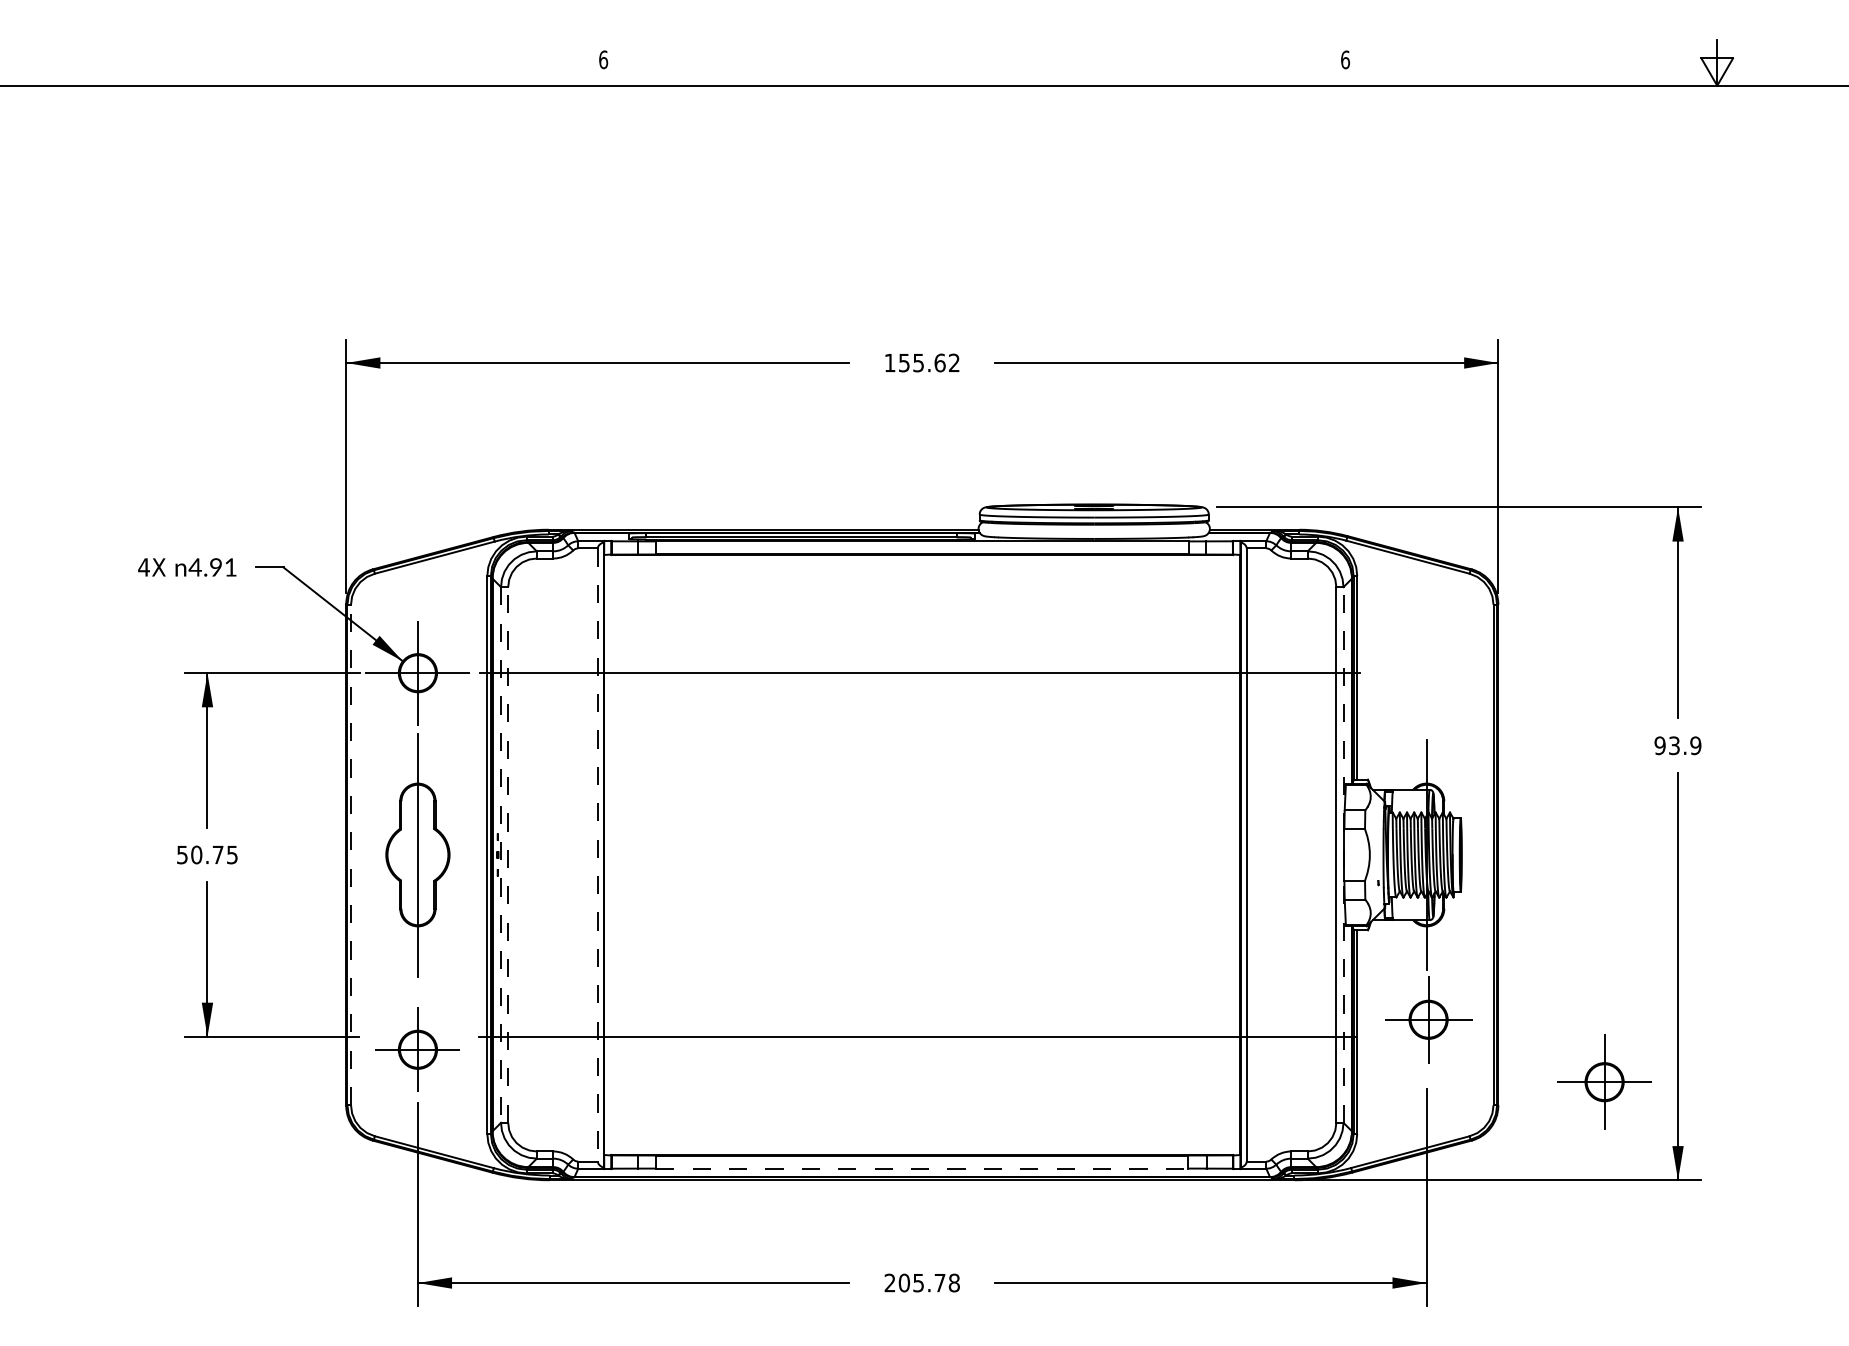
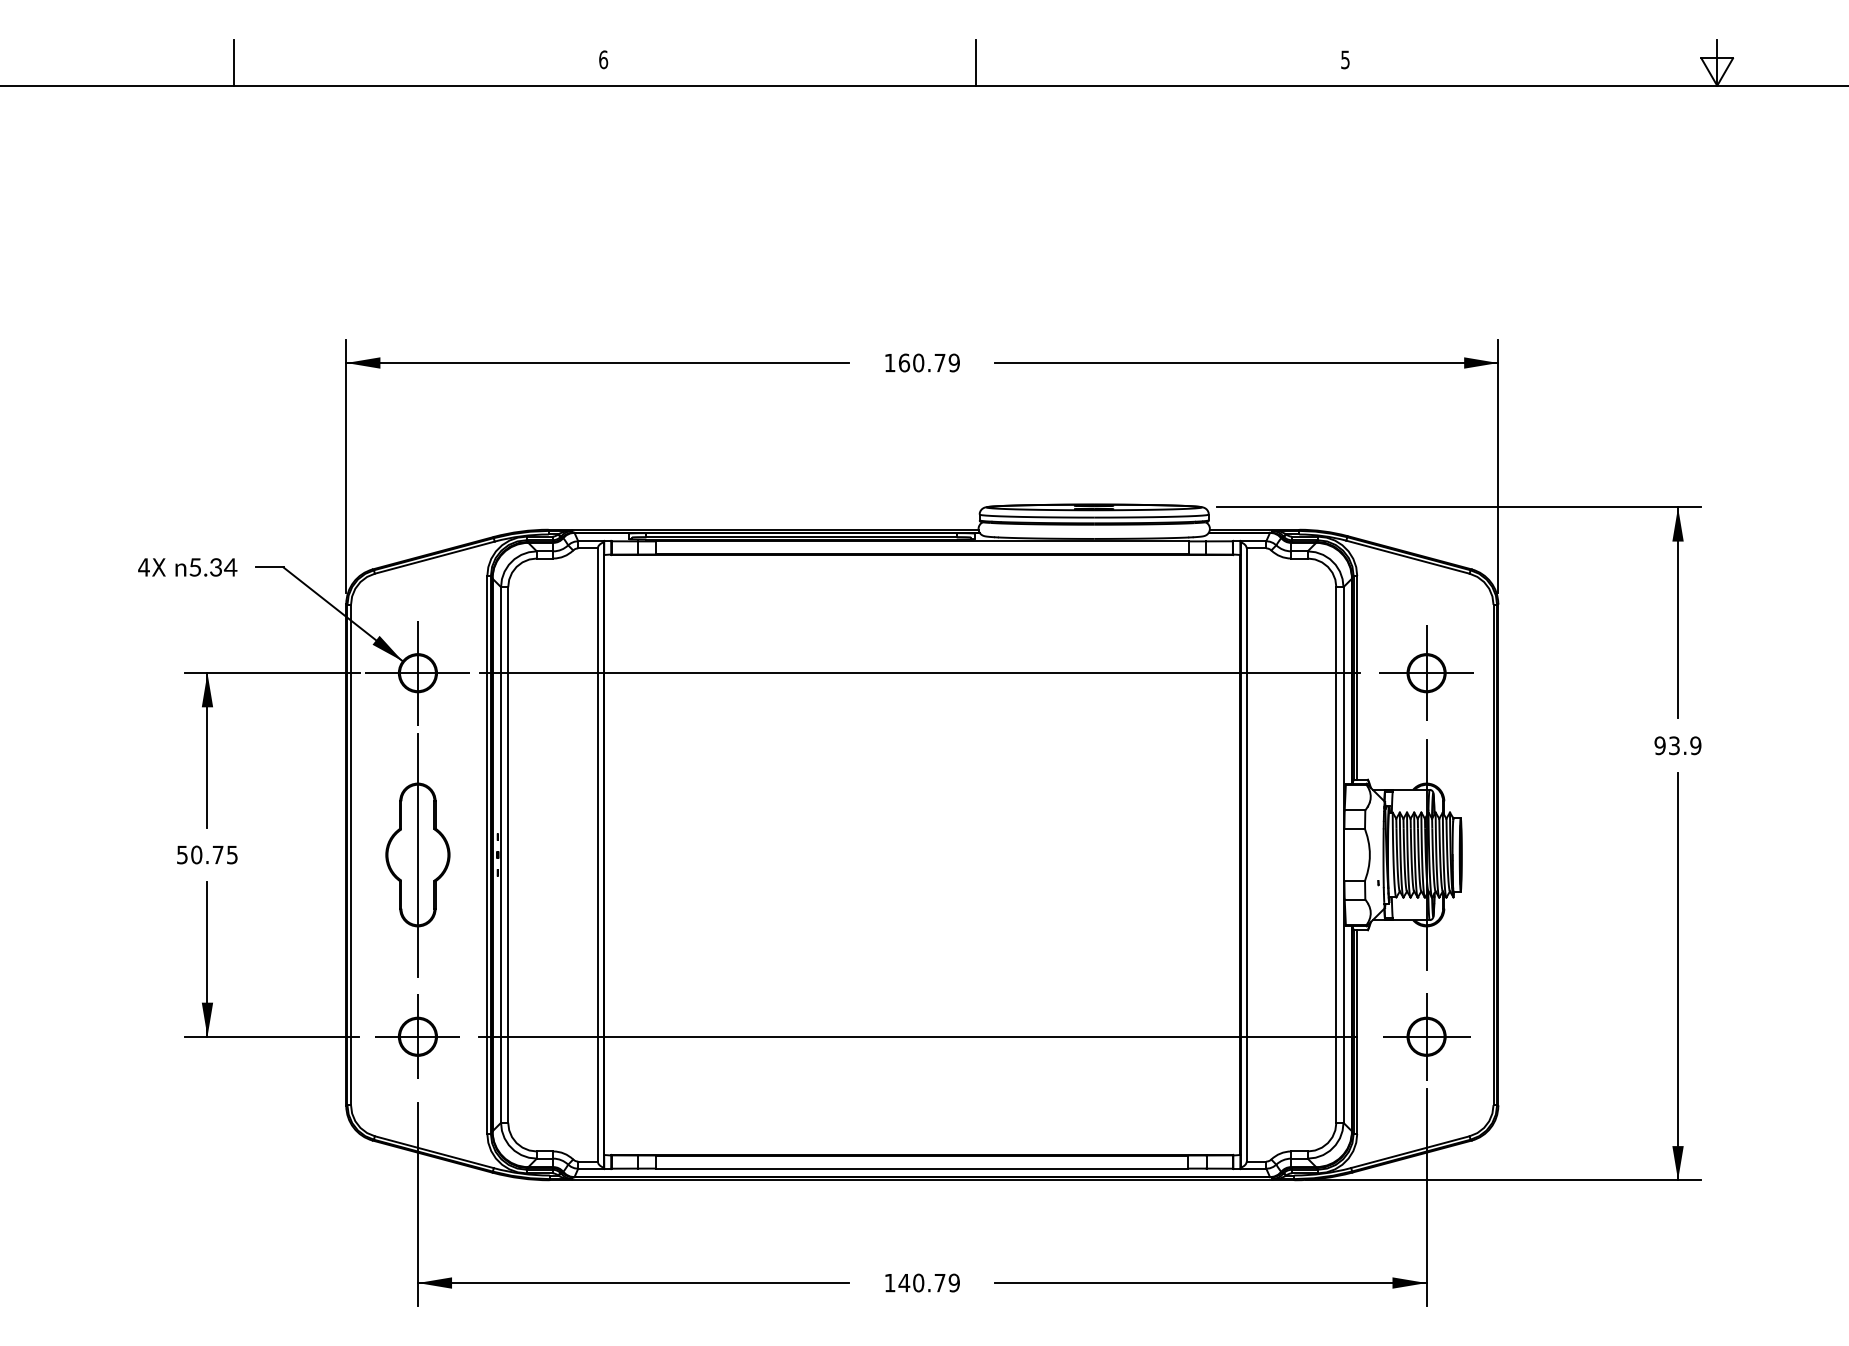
text at (1345, 59): 6 -> 5
line at (233, 62): none -> present
line at (975, 62): none -> present
text at (928, 362): 155.62 -> 160.79
text at (212, 567): 4.91 -> 5.34
line at (351, 854): dashed -> solid
line at (501, 855): dashed -> solid
line at (508, 855): dashed -> solid
line at (597, 855): dashed -> solid
line at (1343, 855): dashed -> solid
part at (1428, 1019) position: (1428, 1019) -> (1426, 1036)
part at (417, 1049) position: (417, 1049) -> (417, 1036)
part at (1604, 1081) position: (1604, 1081) -> (1426, 672)
line at (922, 1168): dashed -> solid
text at (921, 1282): 205.78 -> 140.79
